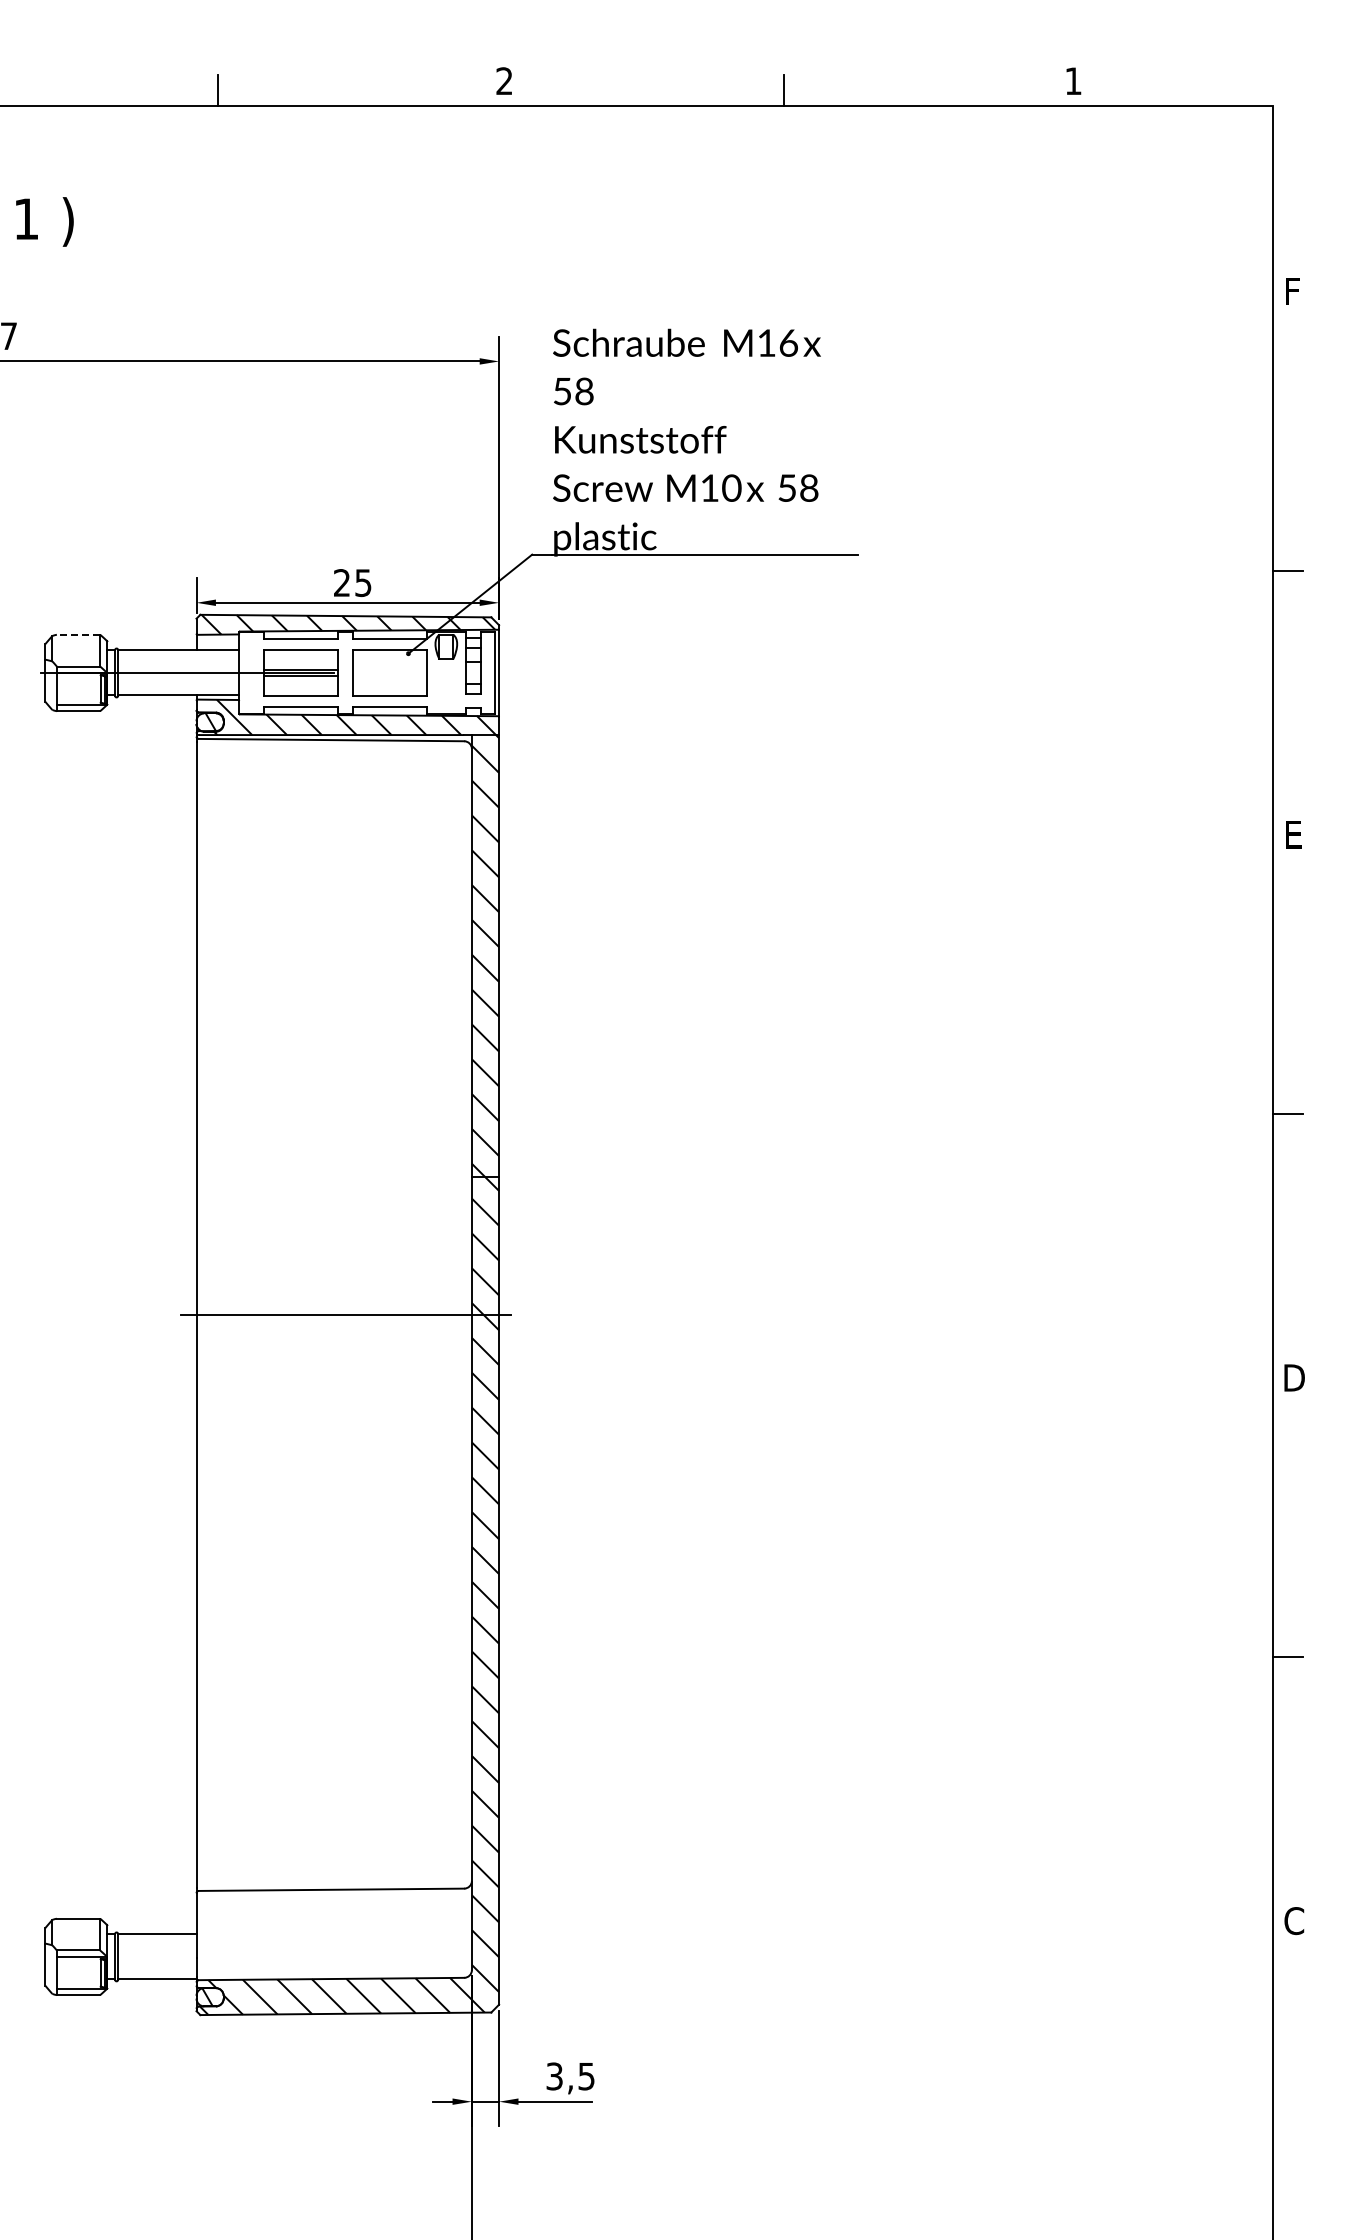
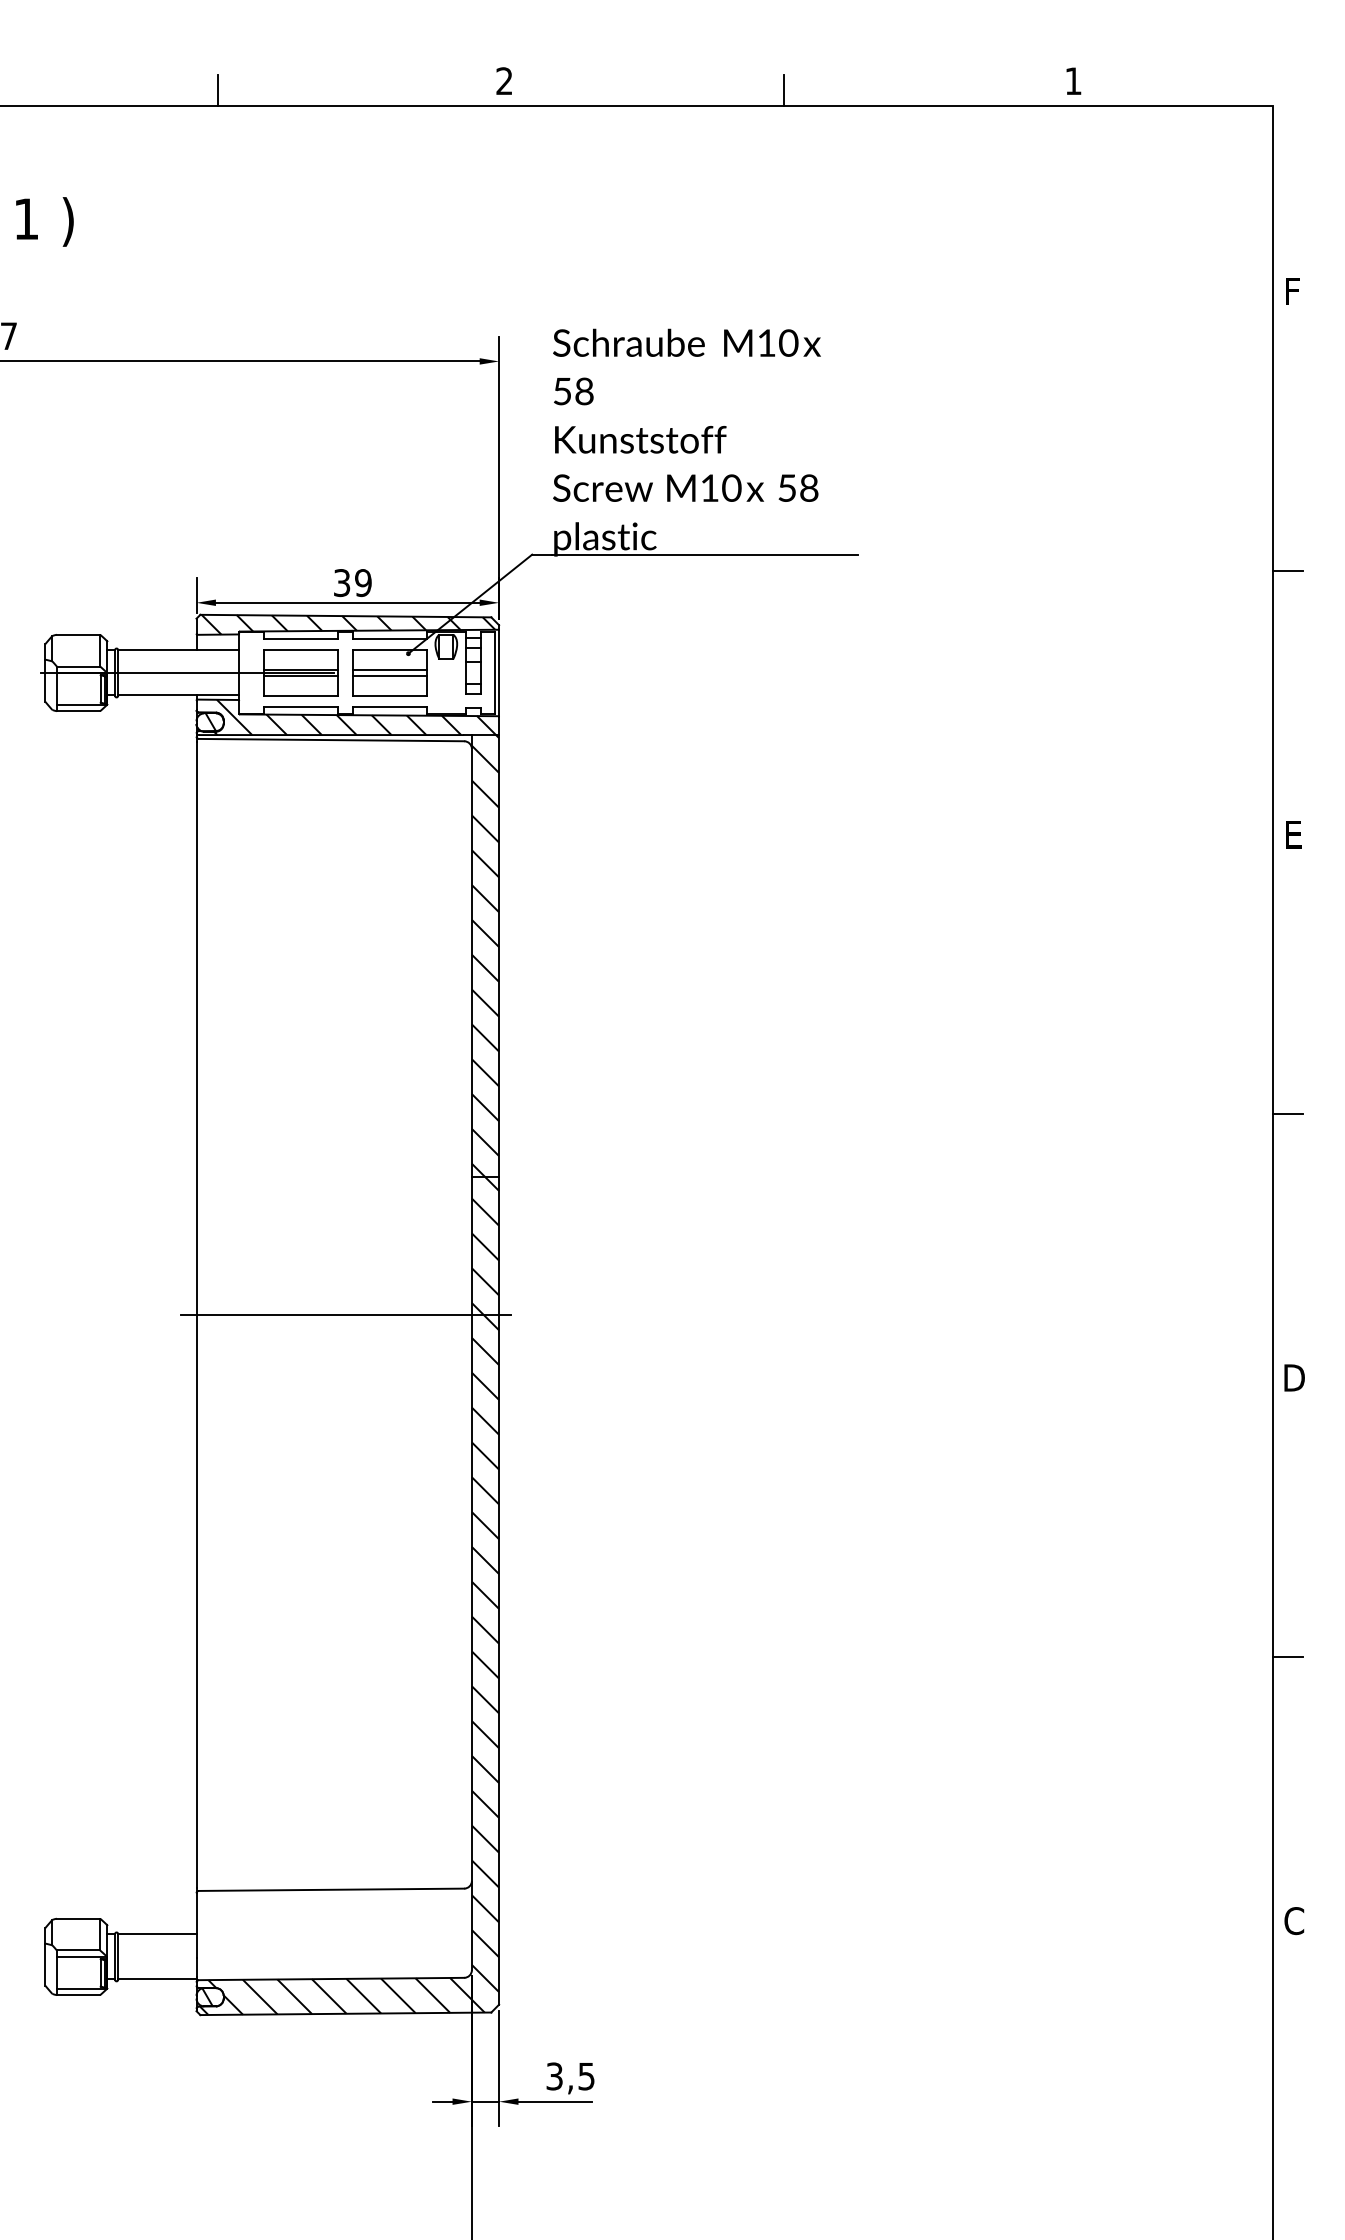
text at (788, 342): M16 -> M10
text at (352, 583): 25 -> 39
line at (78, 634): dashed -> solid
line at (389, 670): none -> present
line at (389, 675): none -> present
